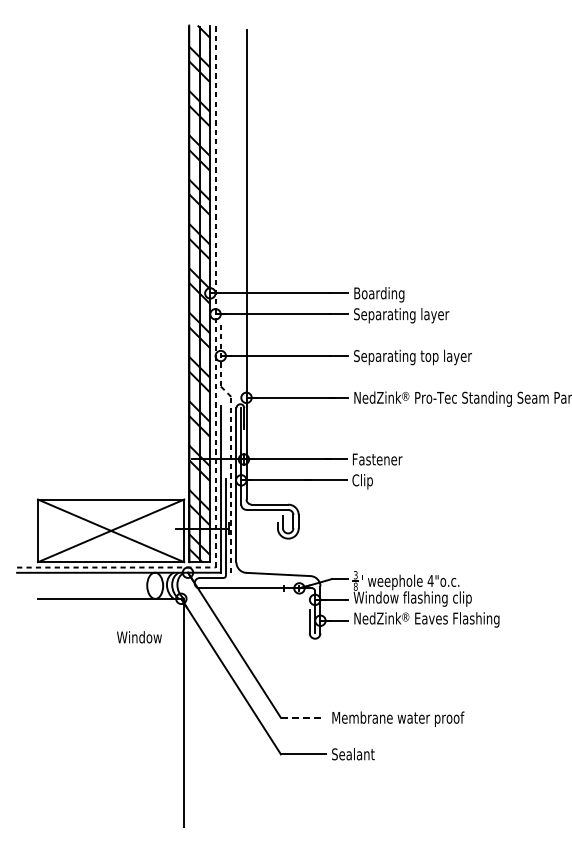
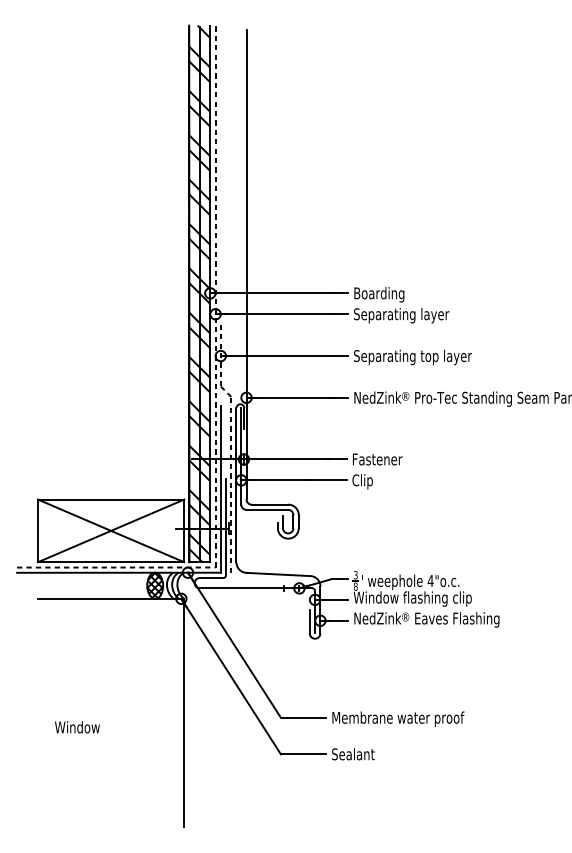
hatch at (155, 585): none -> present
text at (139, 637) position: (139, 637) -> (77, 727)
line at (303, 717): dashed -> solid
